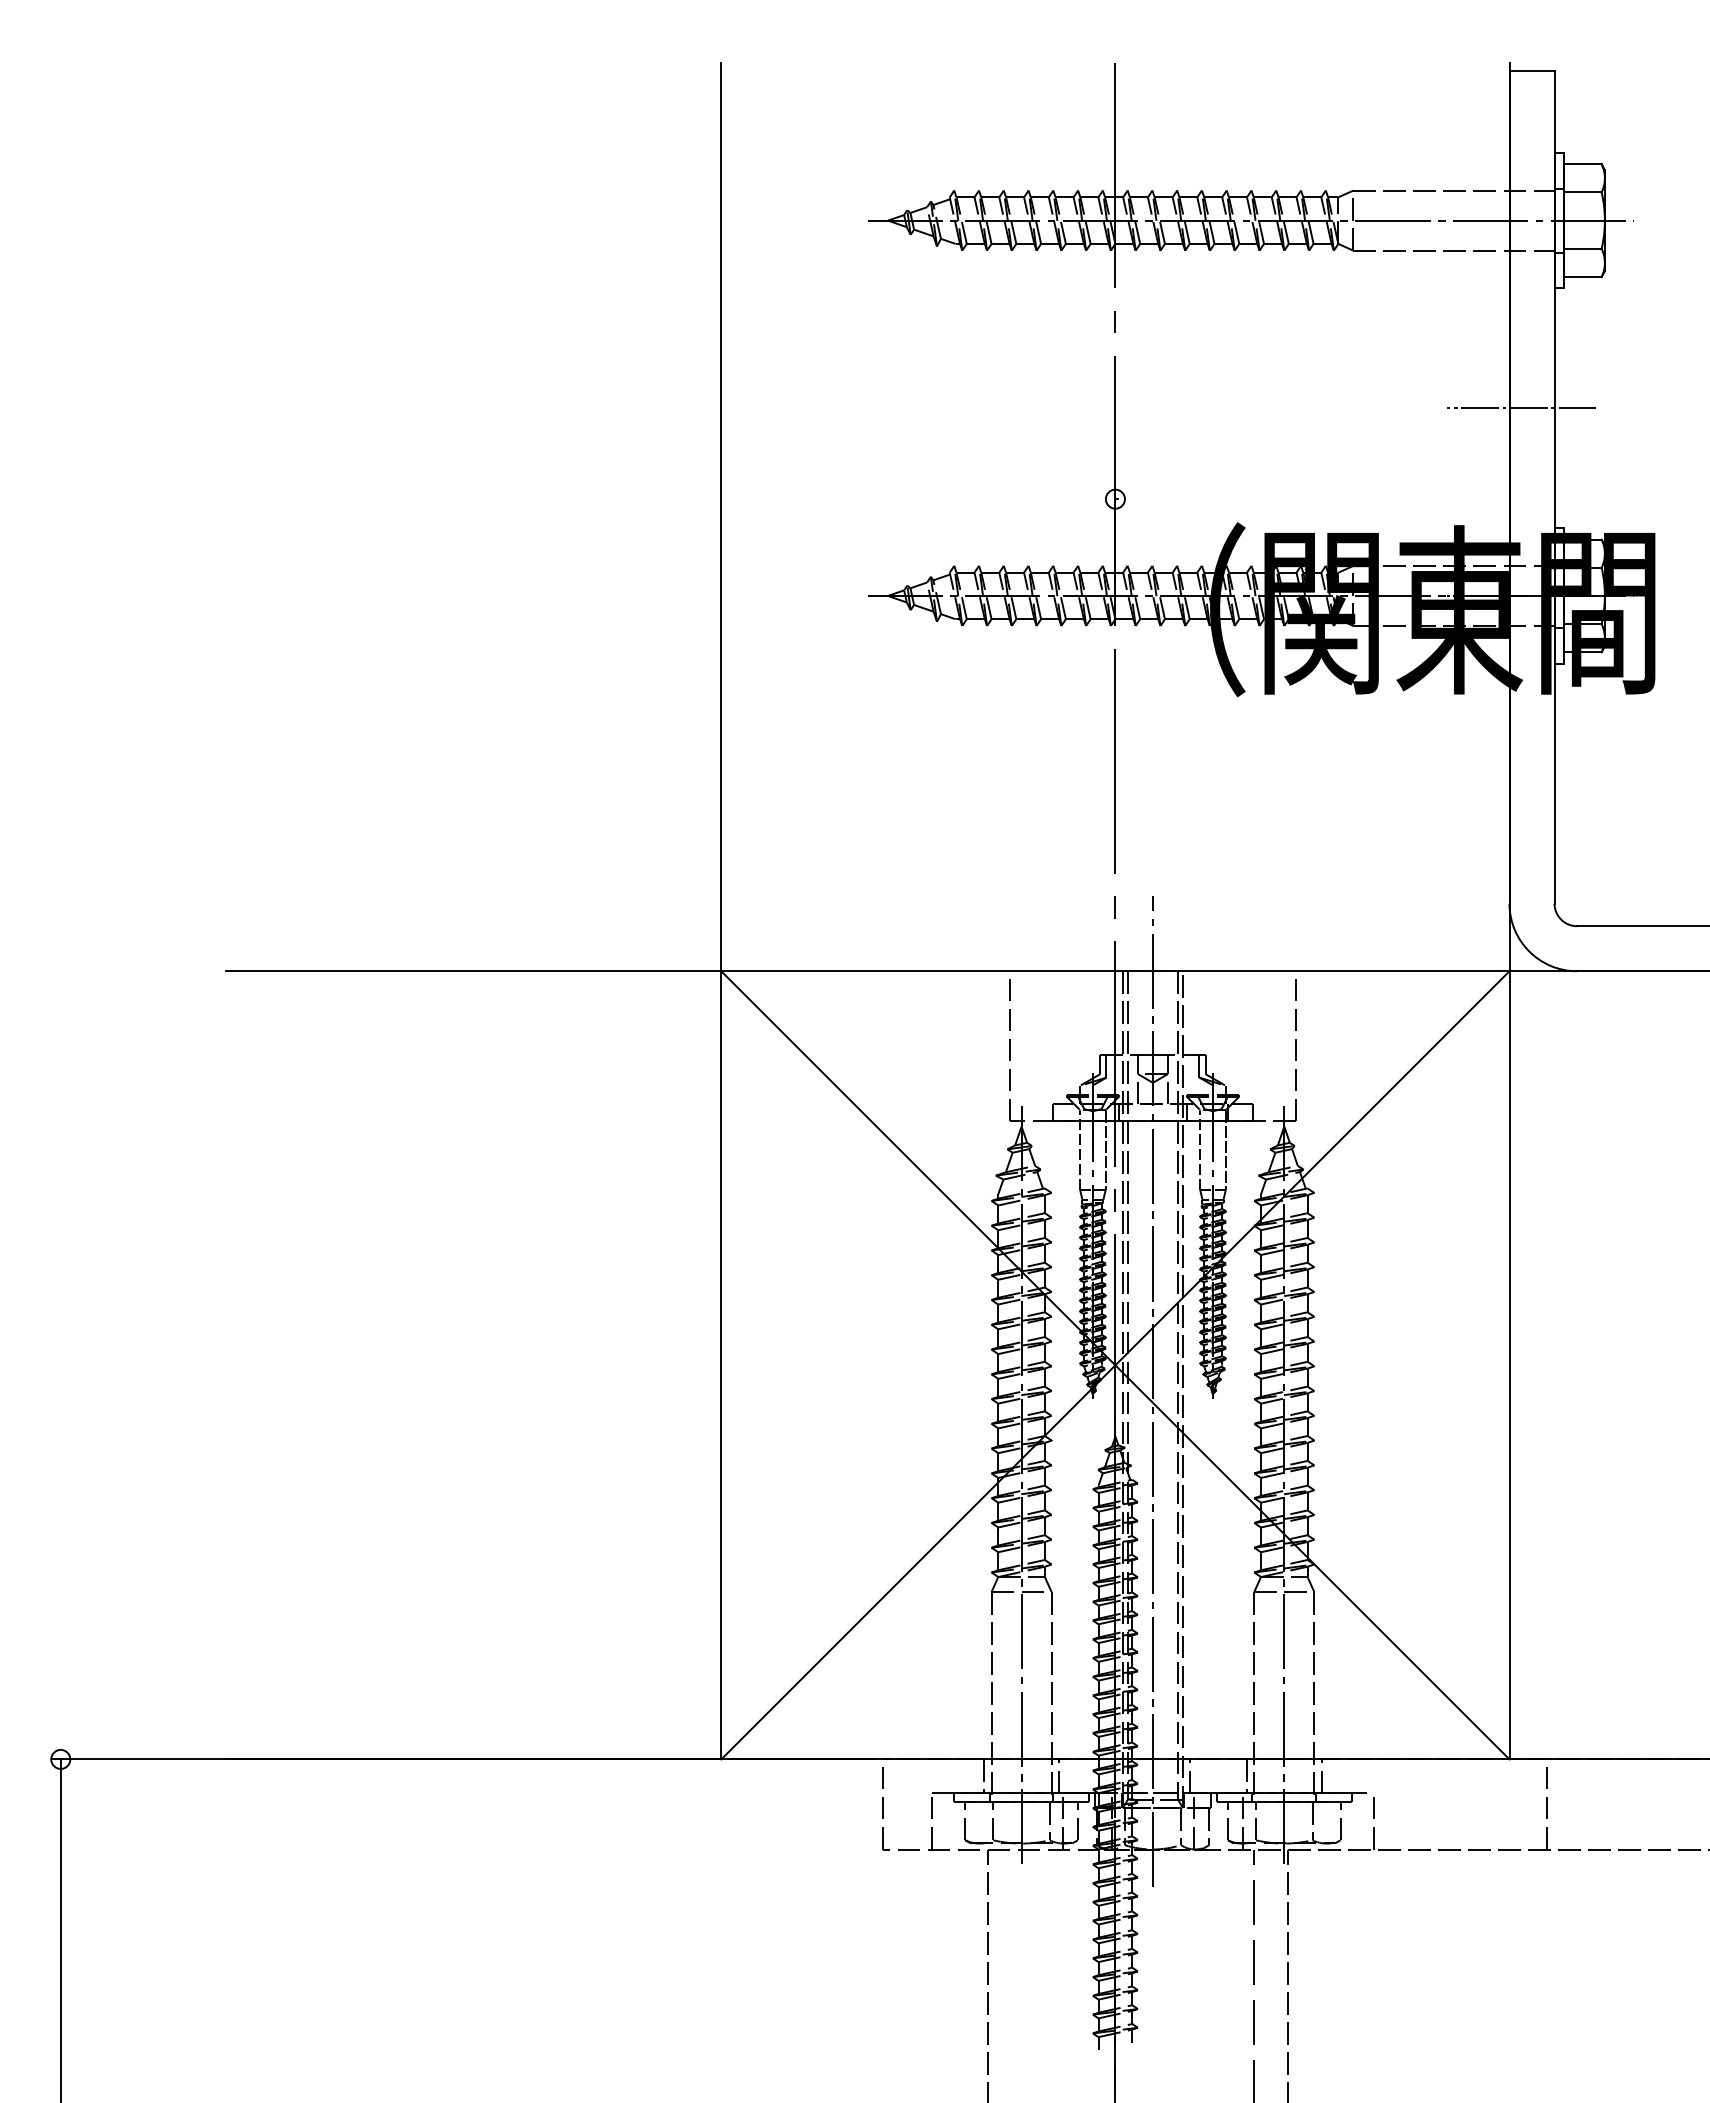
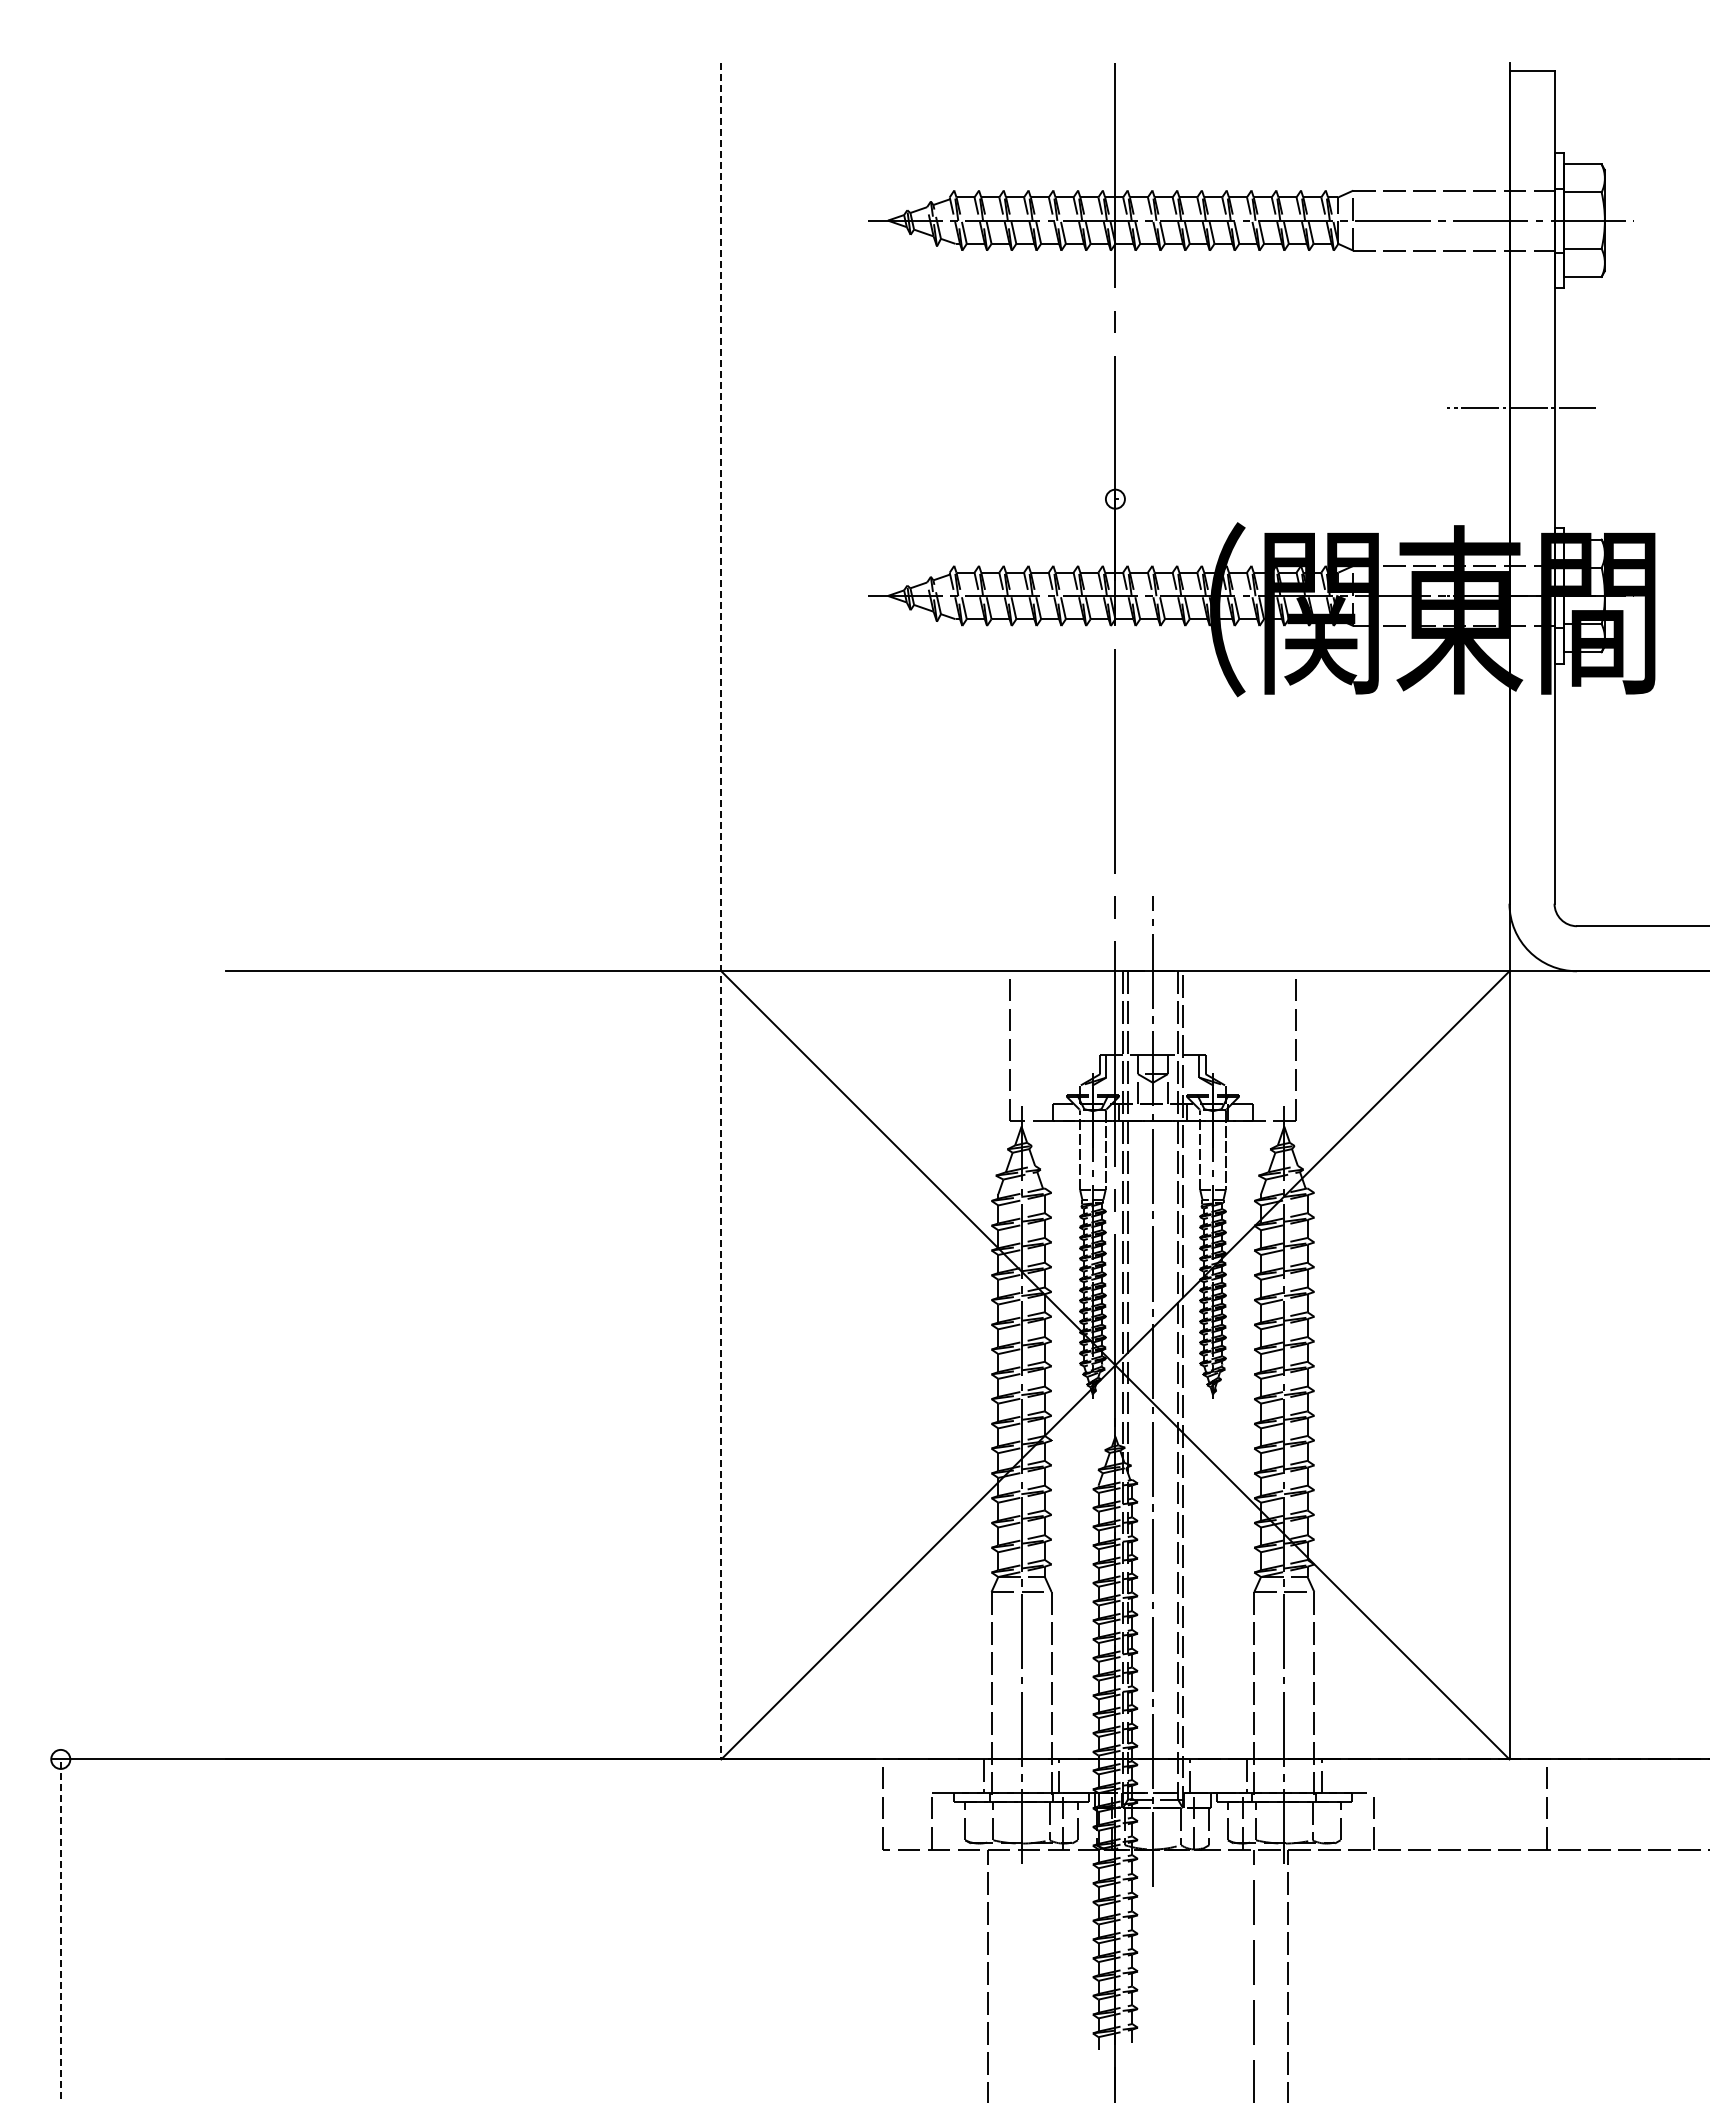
line at (721, 911): solid -> dashed
line at (60, 1930): solid -> dashed
